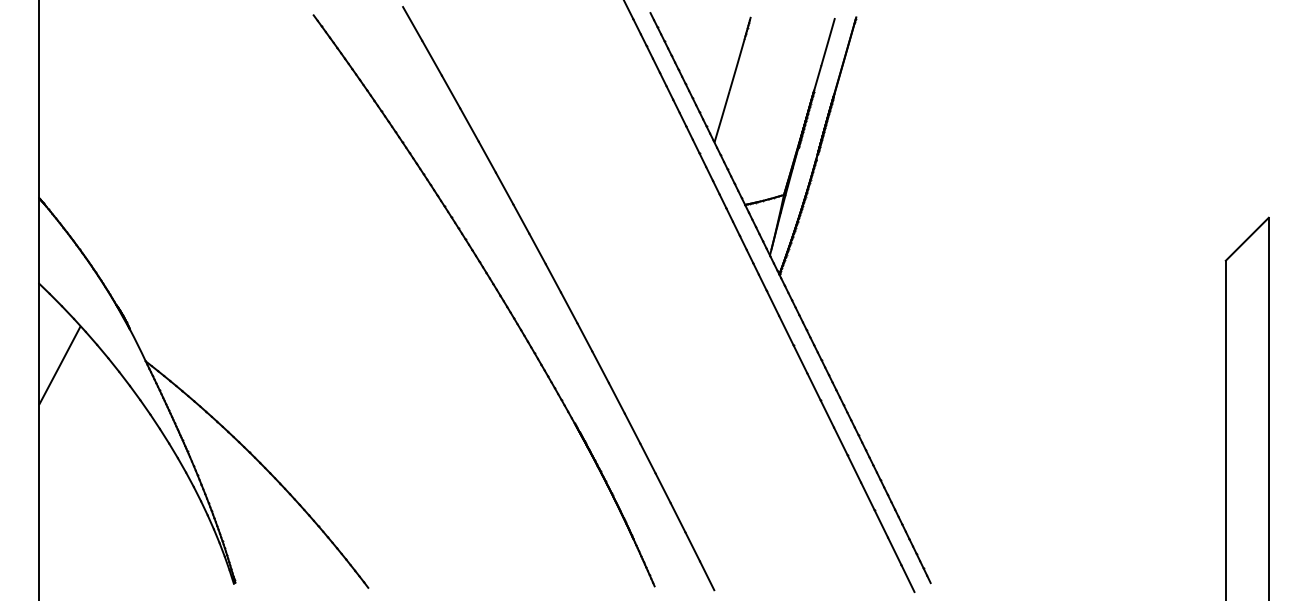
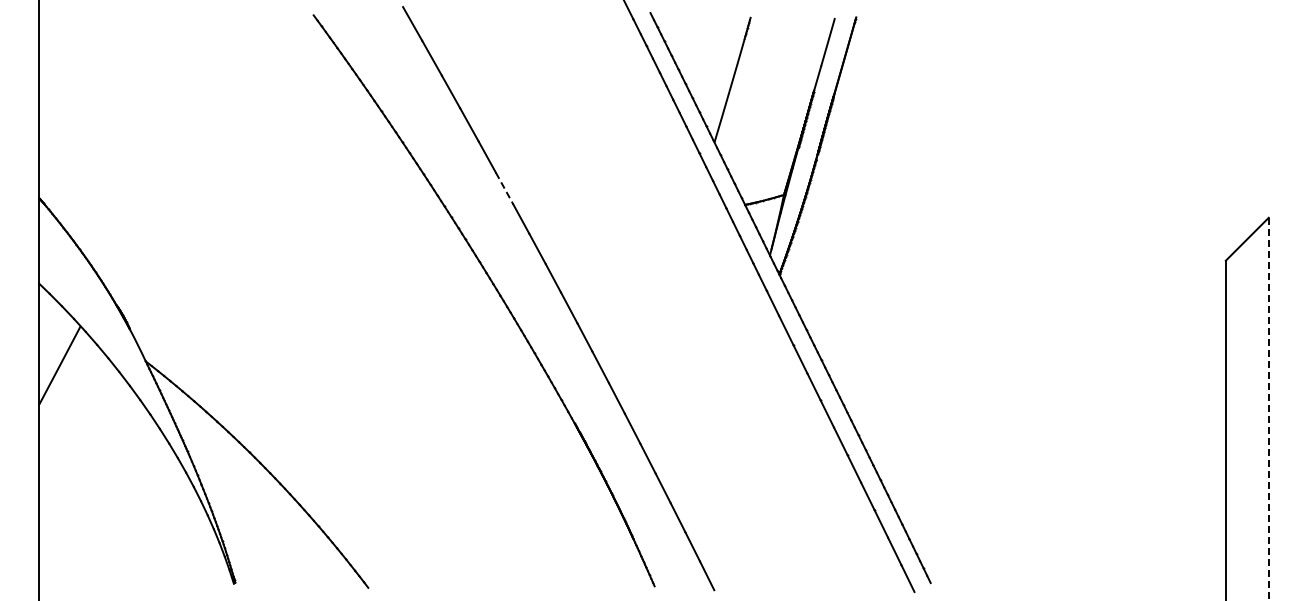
line at (504, 189): solid -> dashed
line at (1268, 408): solid -> dashed
